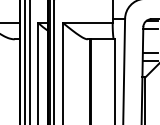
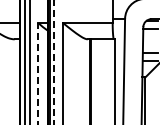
line at (54, 62): solid -> dashed
line at (38, 73): solid -> dashed
